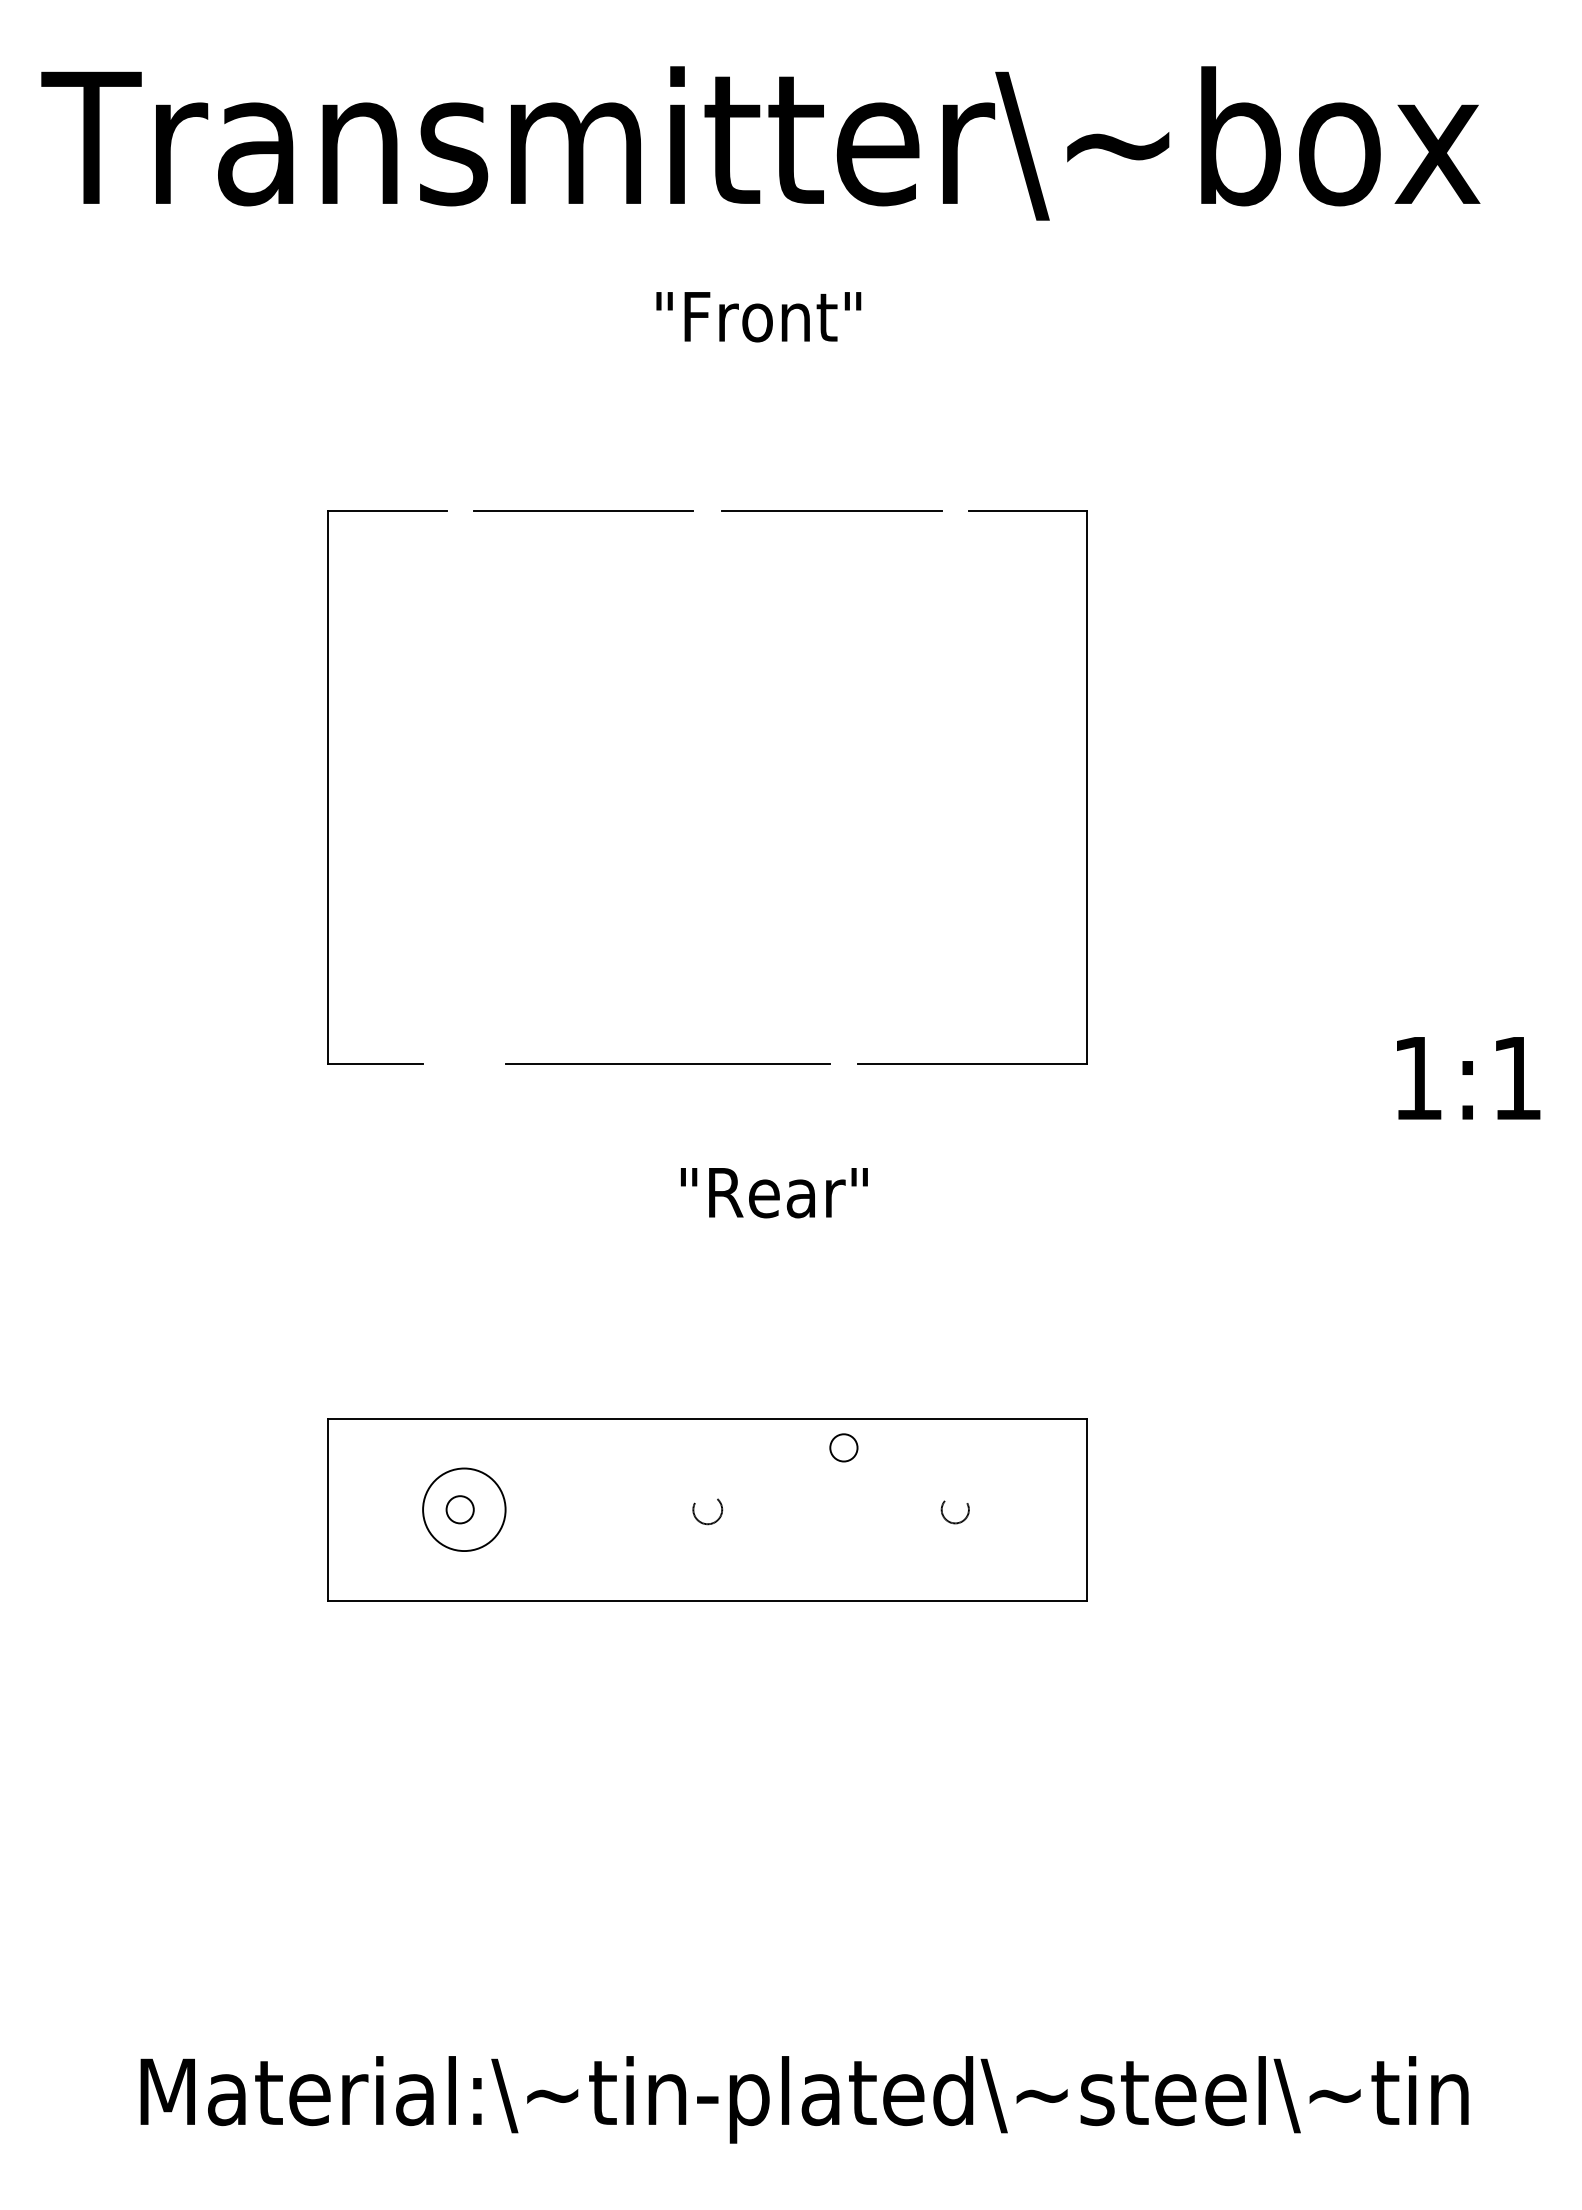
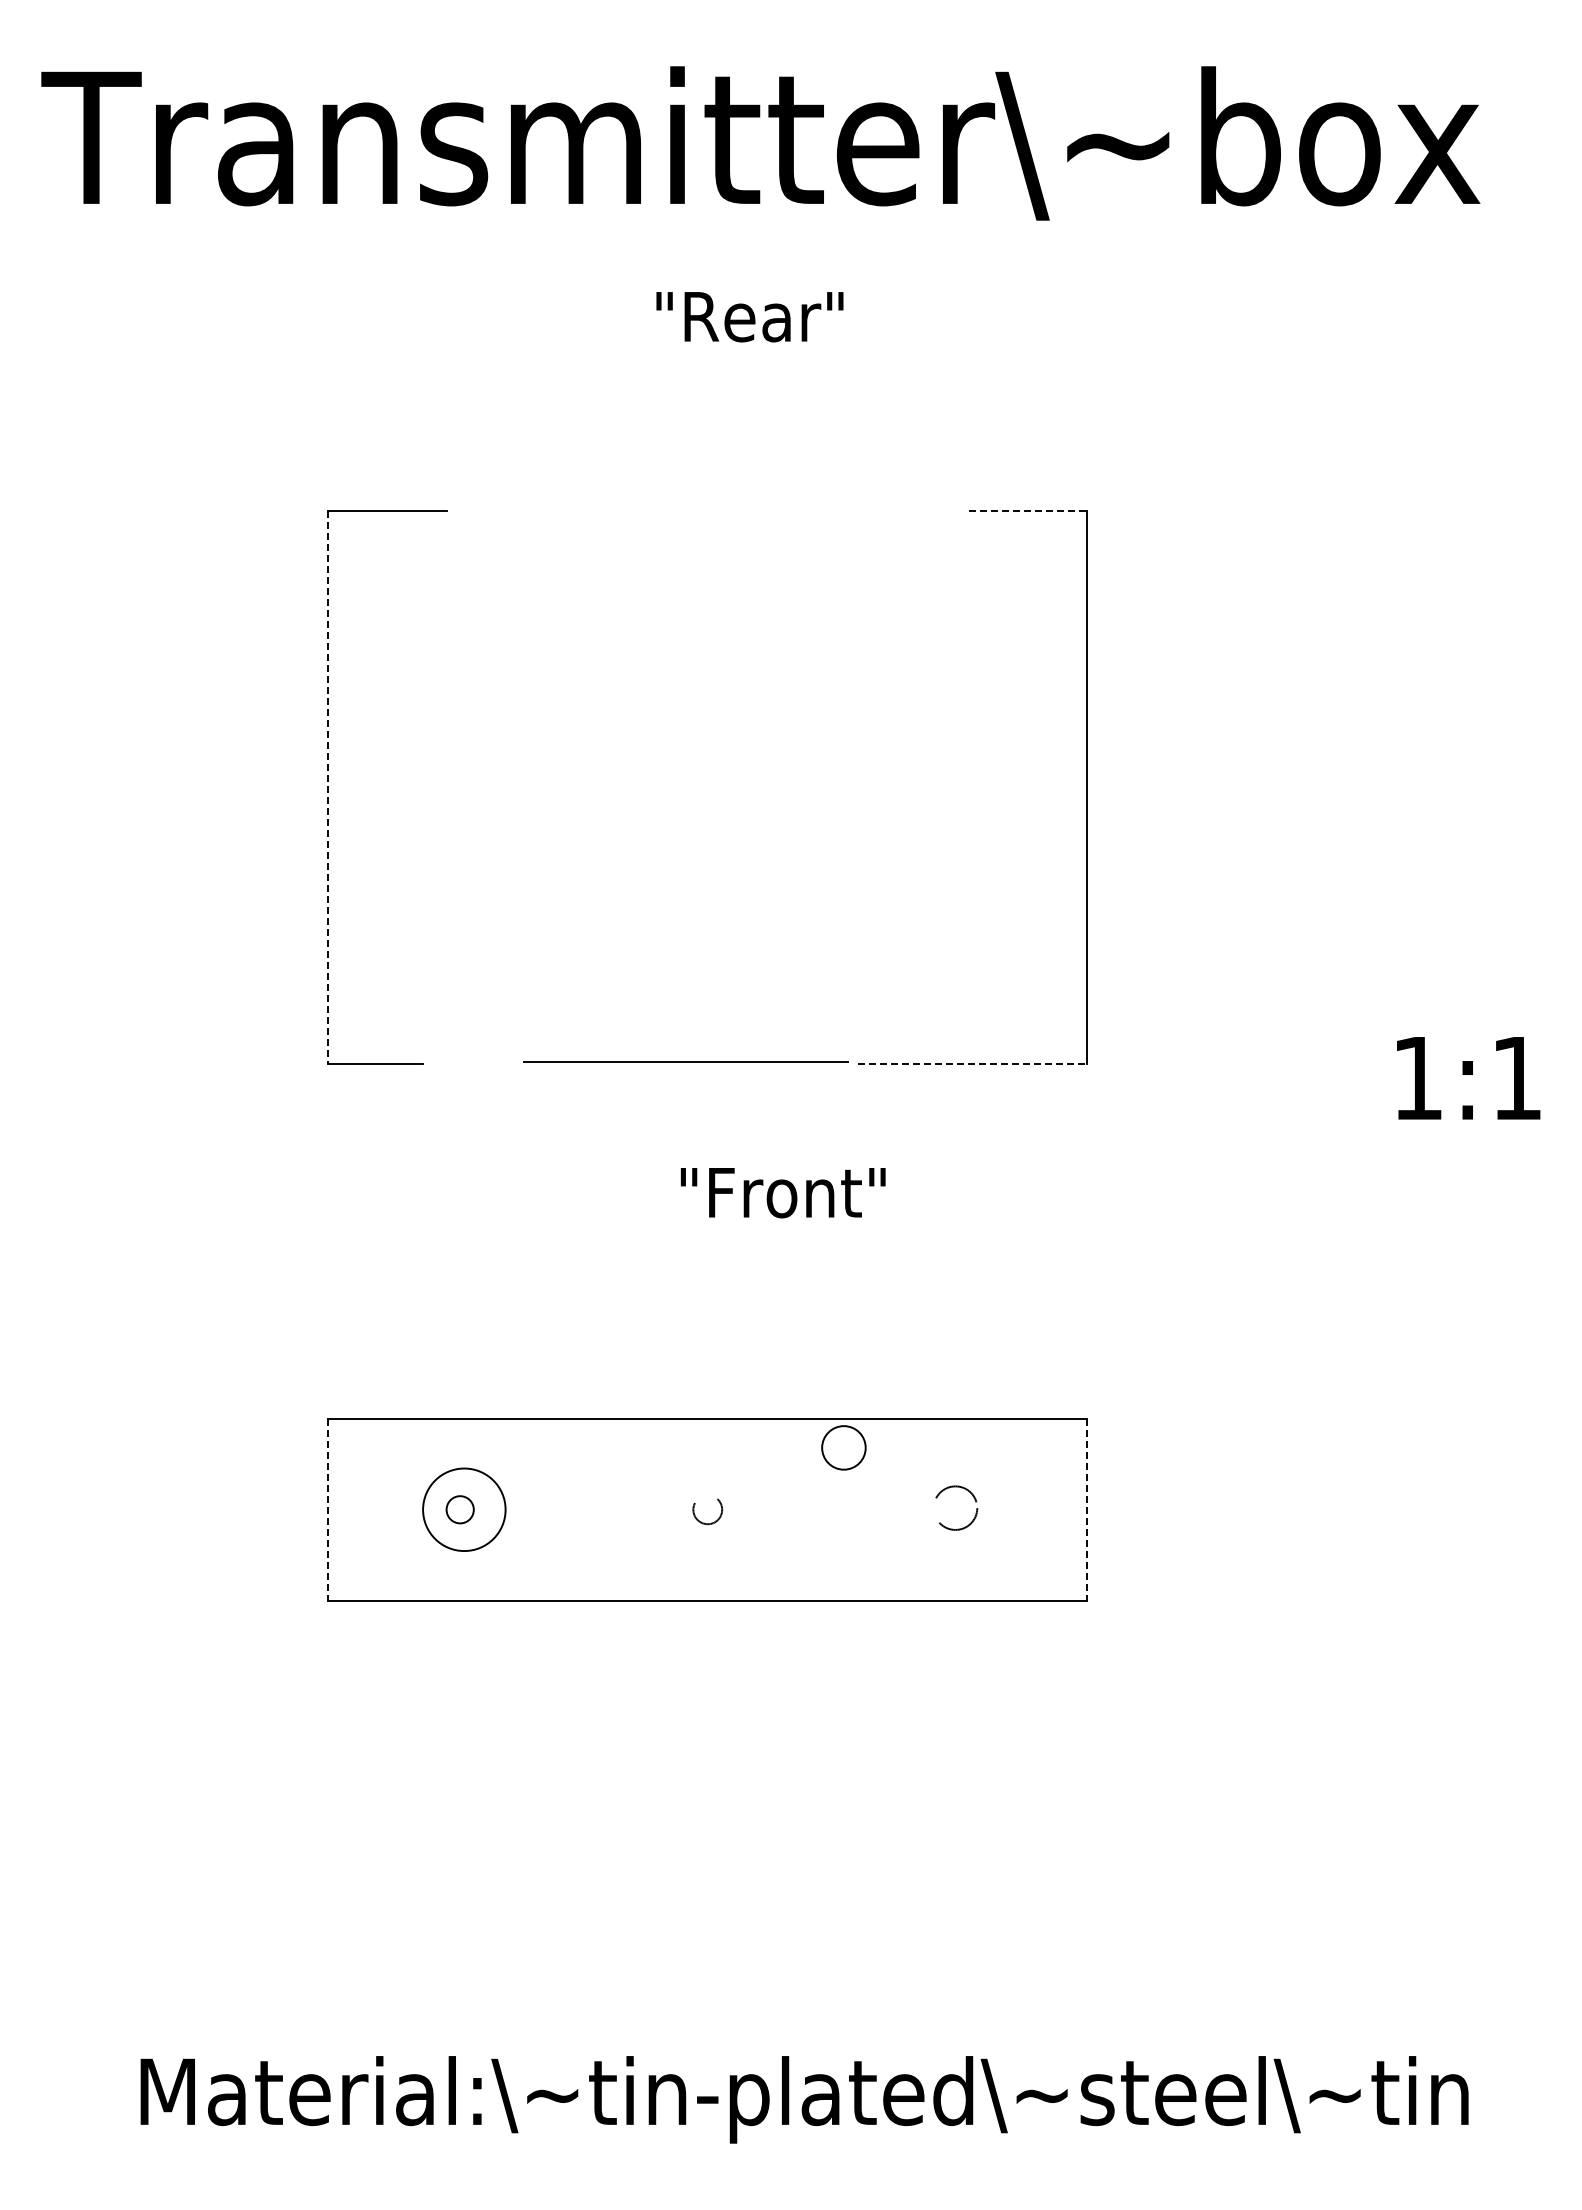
text at (775, 317): "Front" -> "Rear"
line at (831, 510): present -> none
line at (583, 511): present -> none
line at (1028, 511): solid -> dashed
line at (328, 788): solid -> dashed
line at (667, 1063) position: (667, 1063) -> (685, 1061)
line at (972, 1064): solid -> dashed
text at (800, 1193): "Rear" -> "Front"
circle at (843, 1447) diameter: 27 px -> 44 px
line at (328, 1509): solid -> dashed
line at (1087, 1509): solid -> dashed
circle at (954, 1512) size: 30x25 px -> 44x45 px
